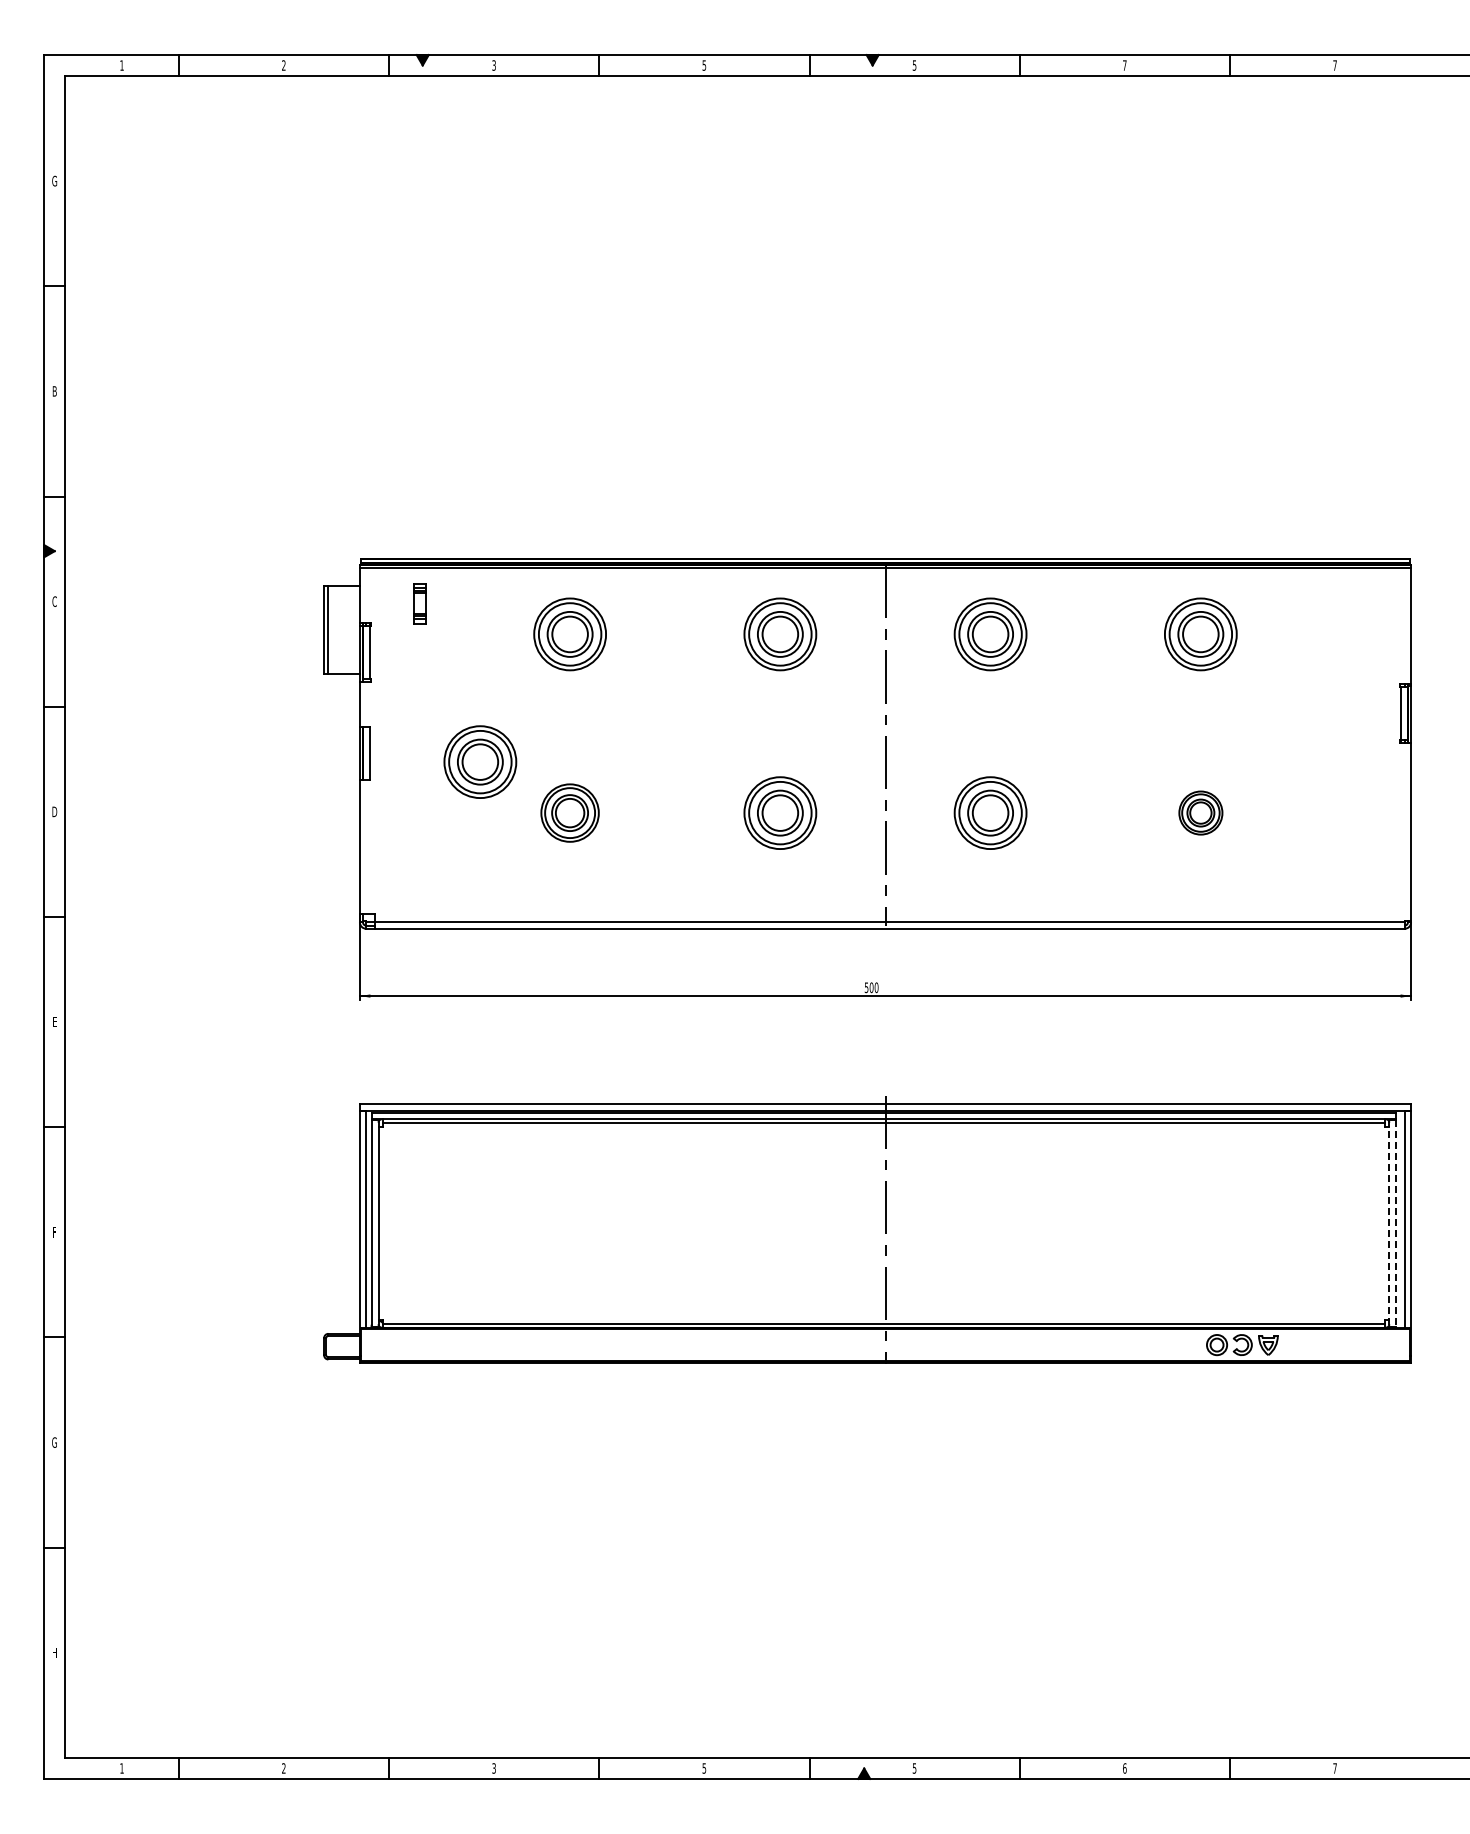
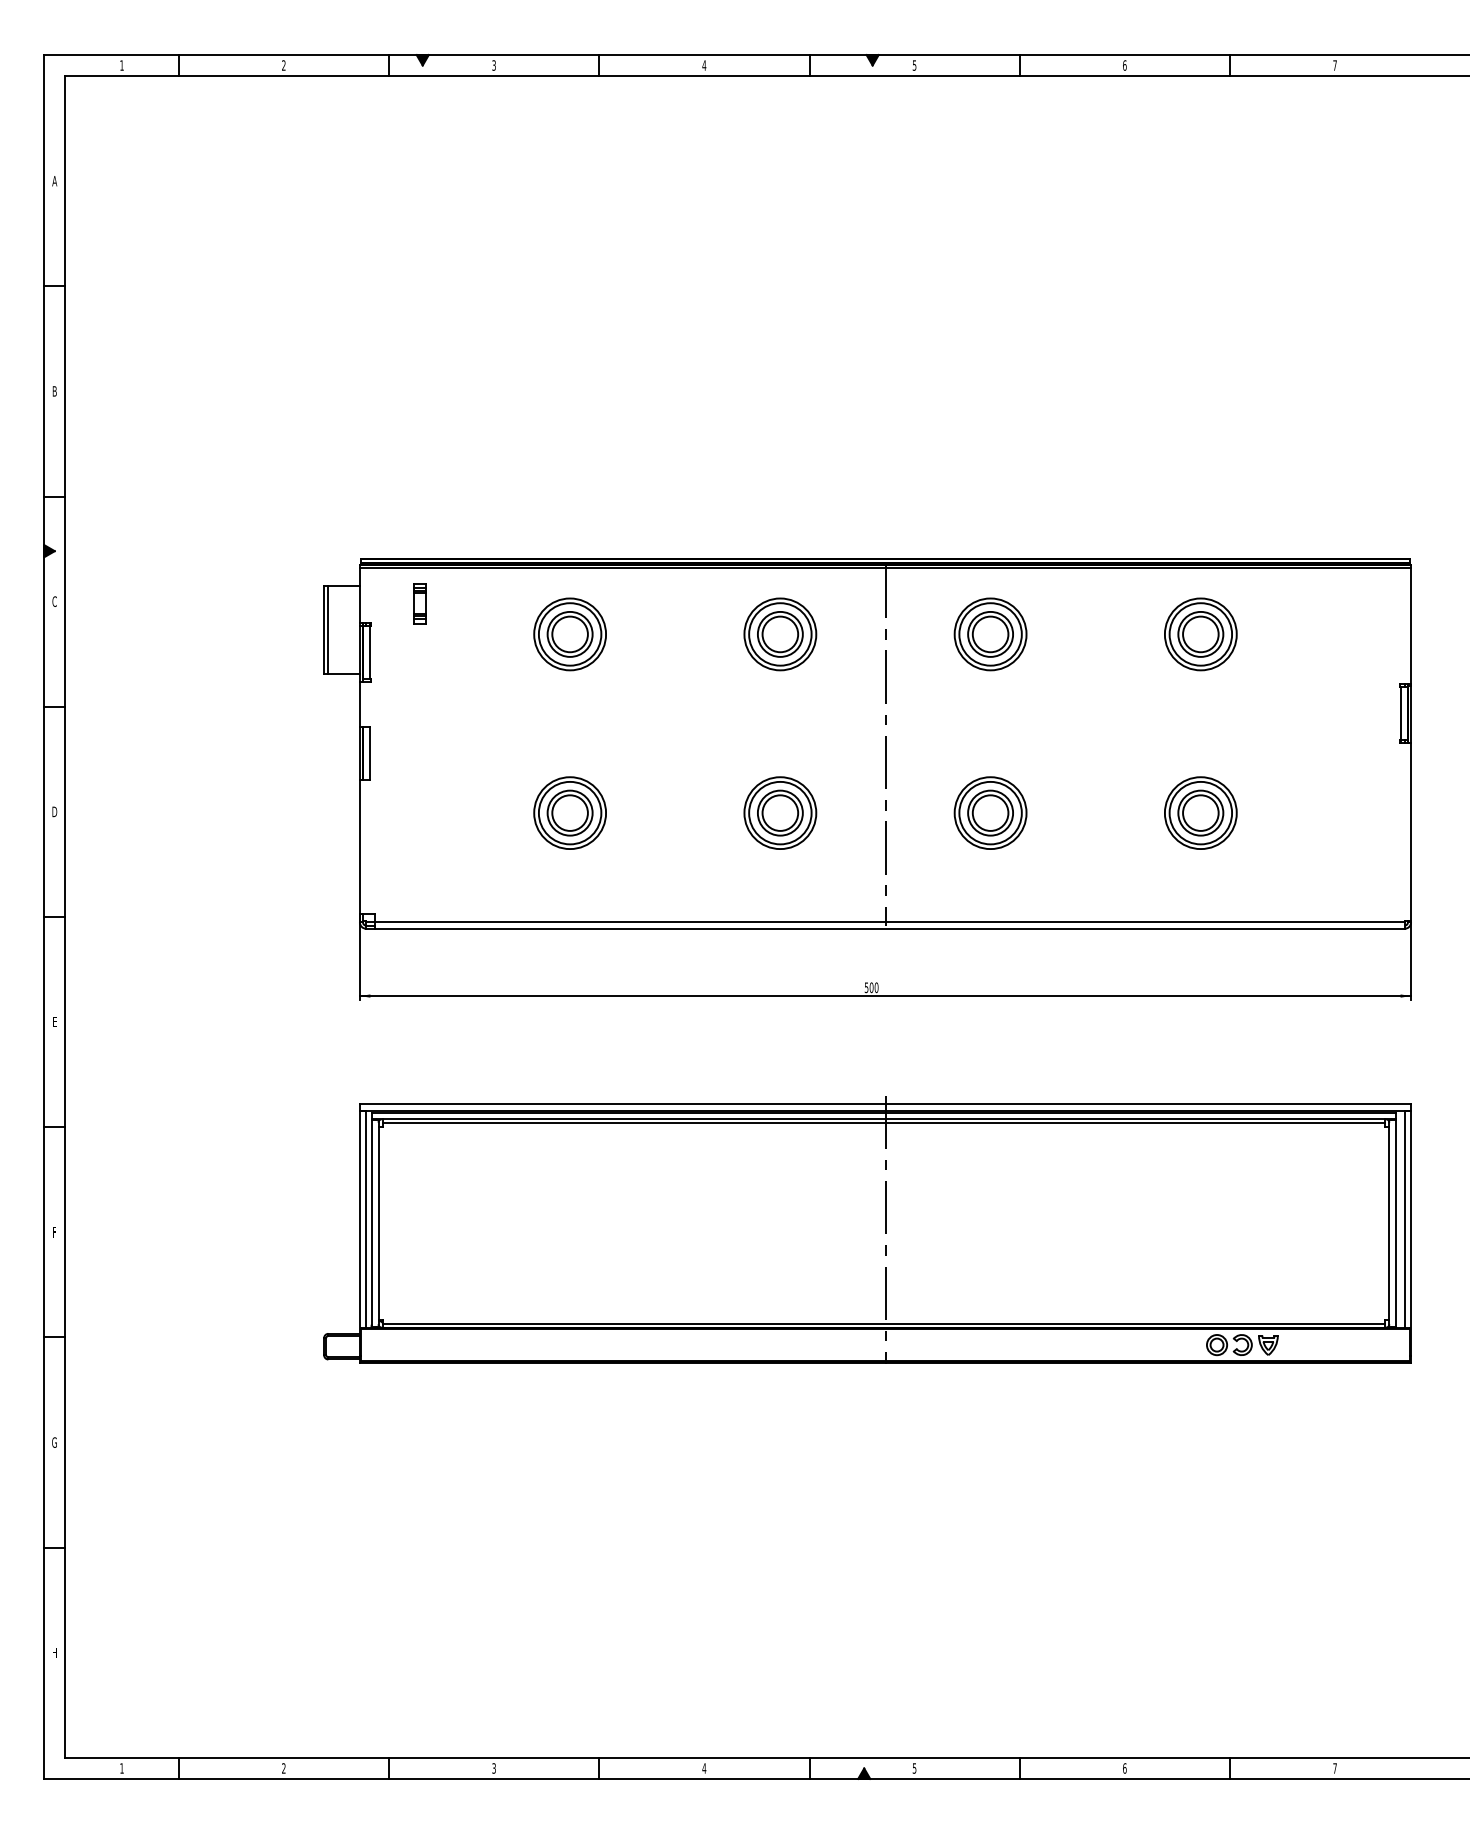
text at (704, 65): 5 -> 4
text at (1124, 65): 7 -> 6
text at (54, 180): G -> A
part at (480, 761): present -> none
part at (569, 812) size: 60x60 px -> 74x74 px
part at (1200, 812) size: 46x46 px -> 74x74 px
line at (1389, 1223): dashed -> solid
line at (1395, 1223): dashed -> solid
text at (704, 1768): 5 -> 4
